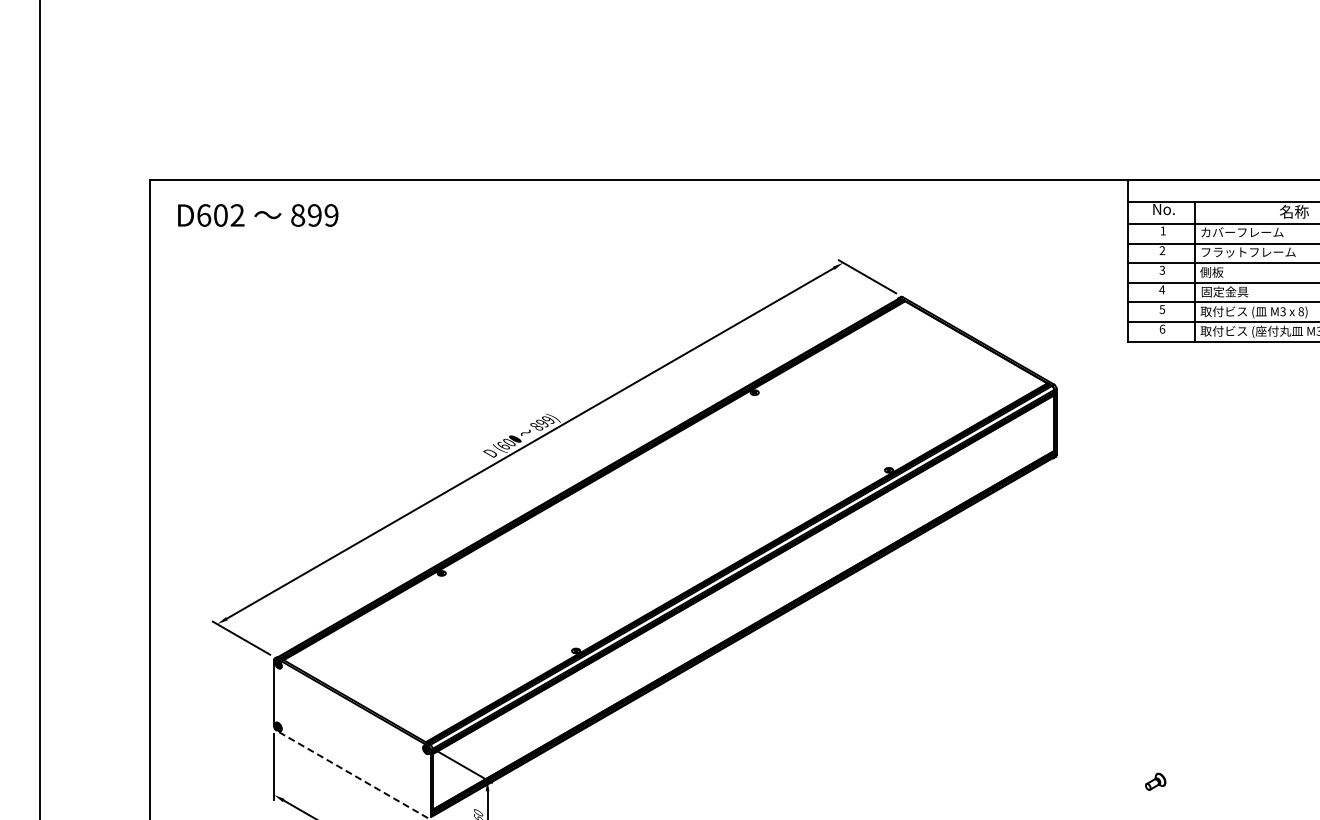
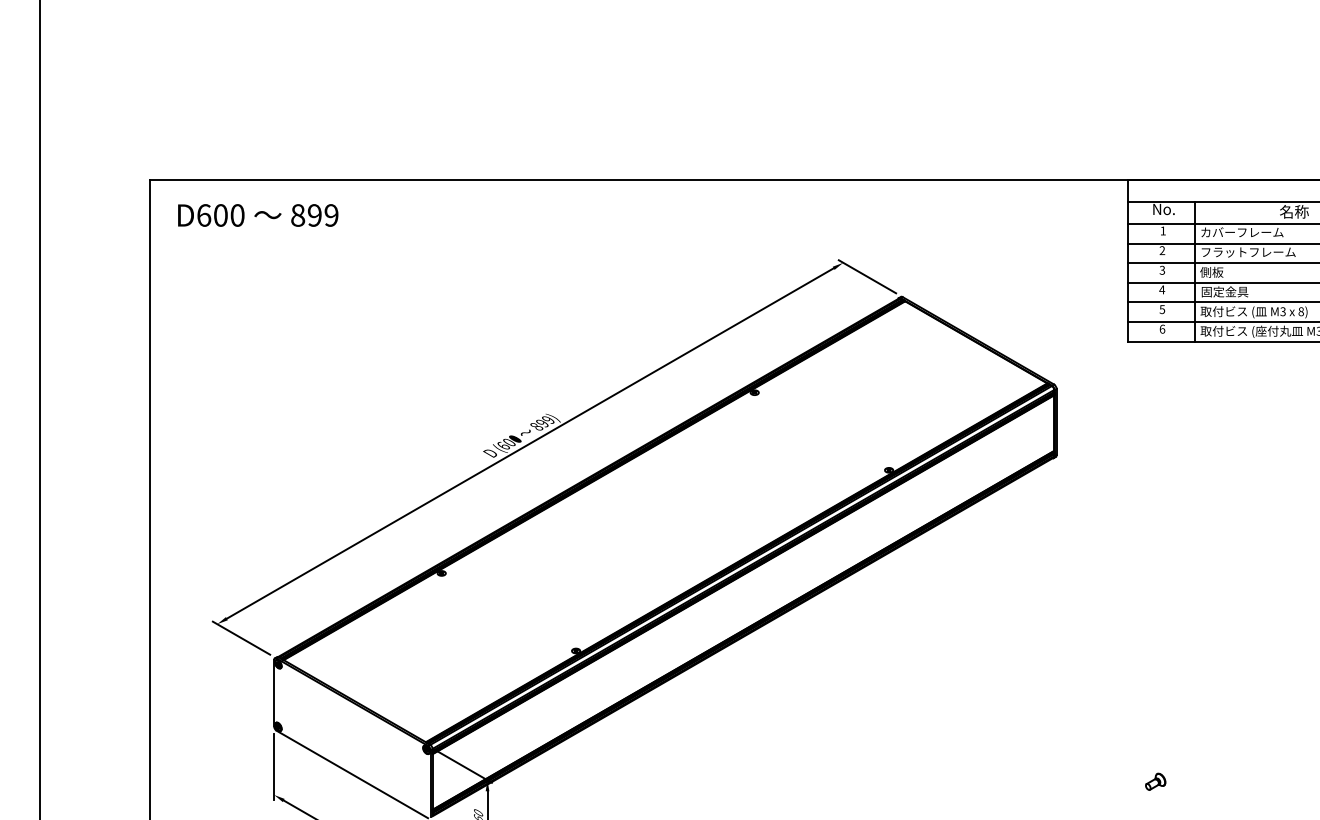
text at (237, 215): D602 -> D600
line at (351, 774): dashed -> solid
